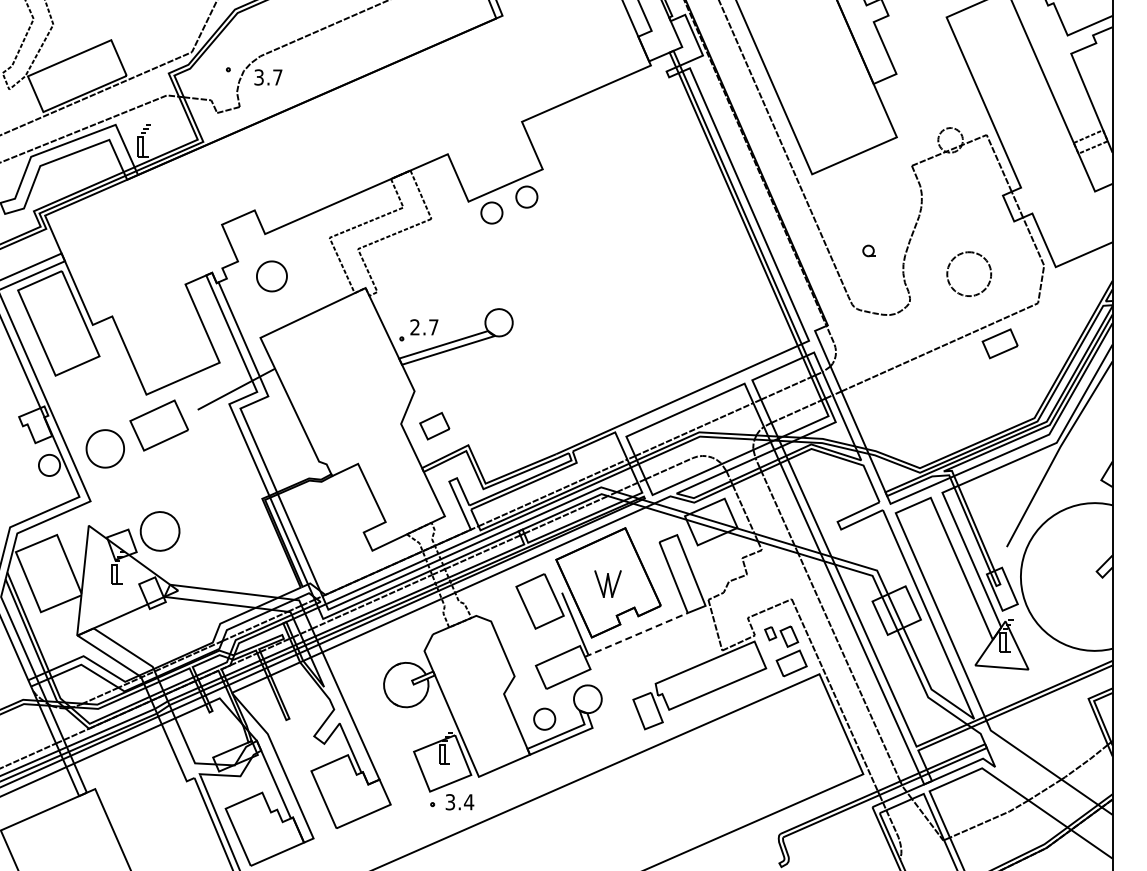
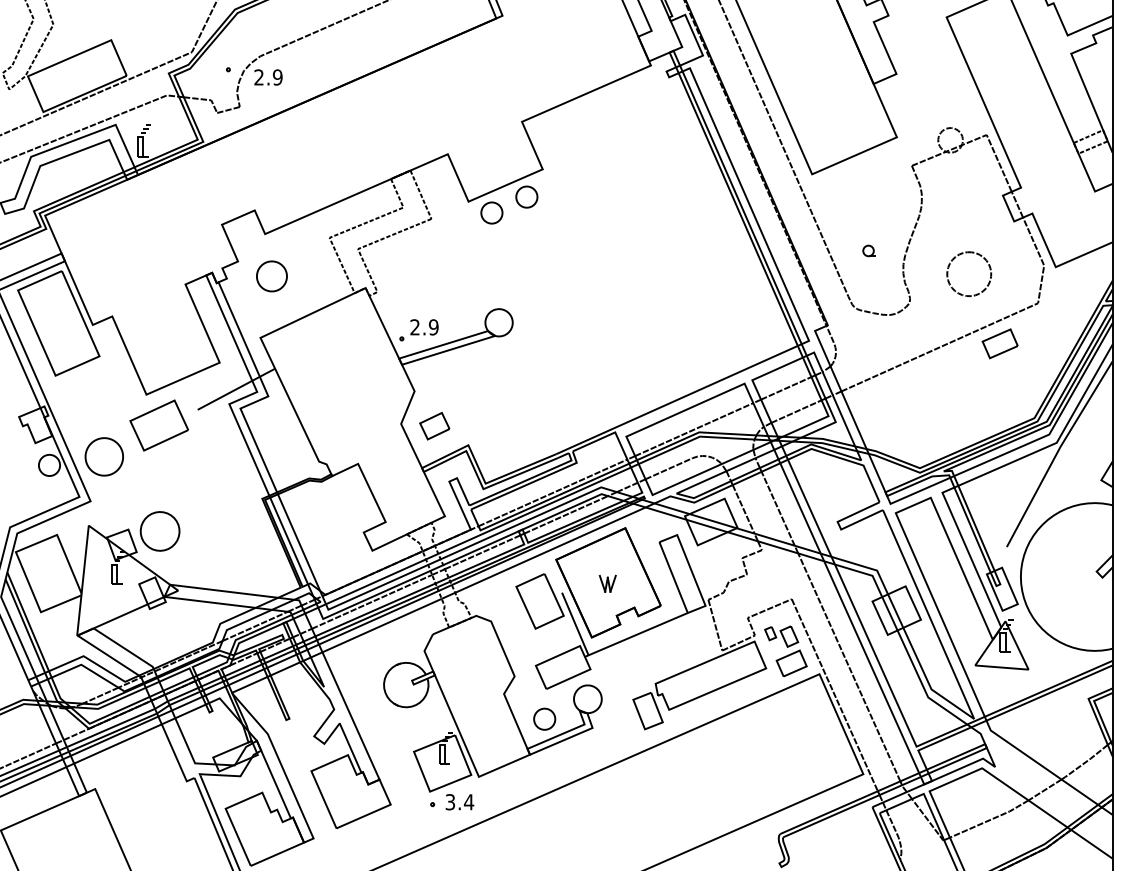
text at (268, 77): 3.7 -> 2.9
text at (433, 327): 2.7 -> 2.9
part at (104, 448) position: (104, 448) -> (103, 456)
part at (607, 583) size: 28x28 px -> 19x19 px
line at (636, 634): dashed -> solid
